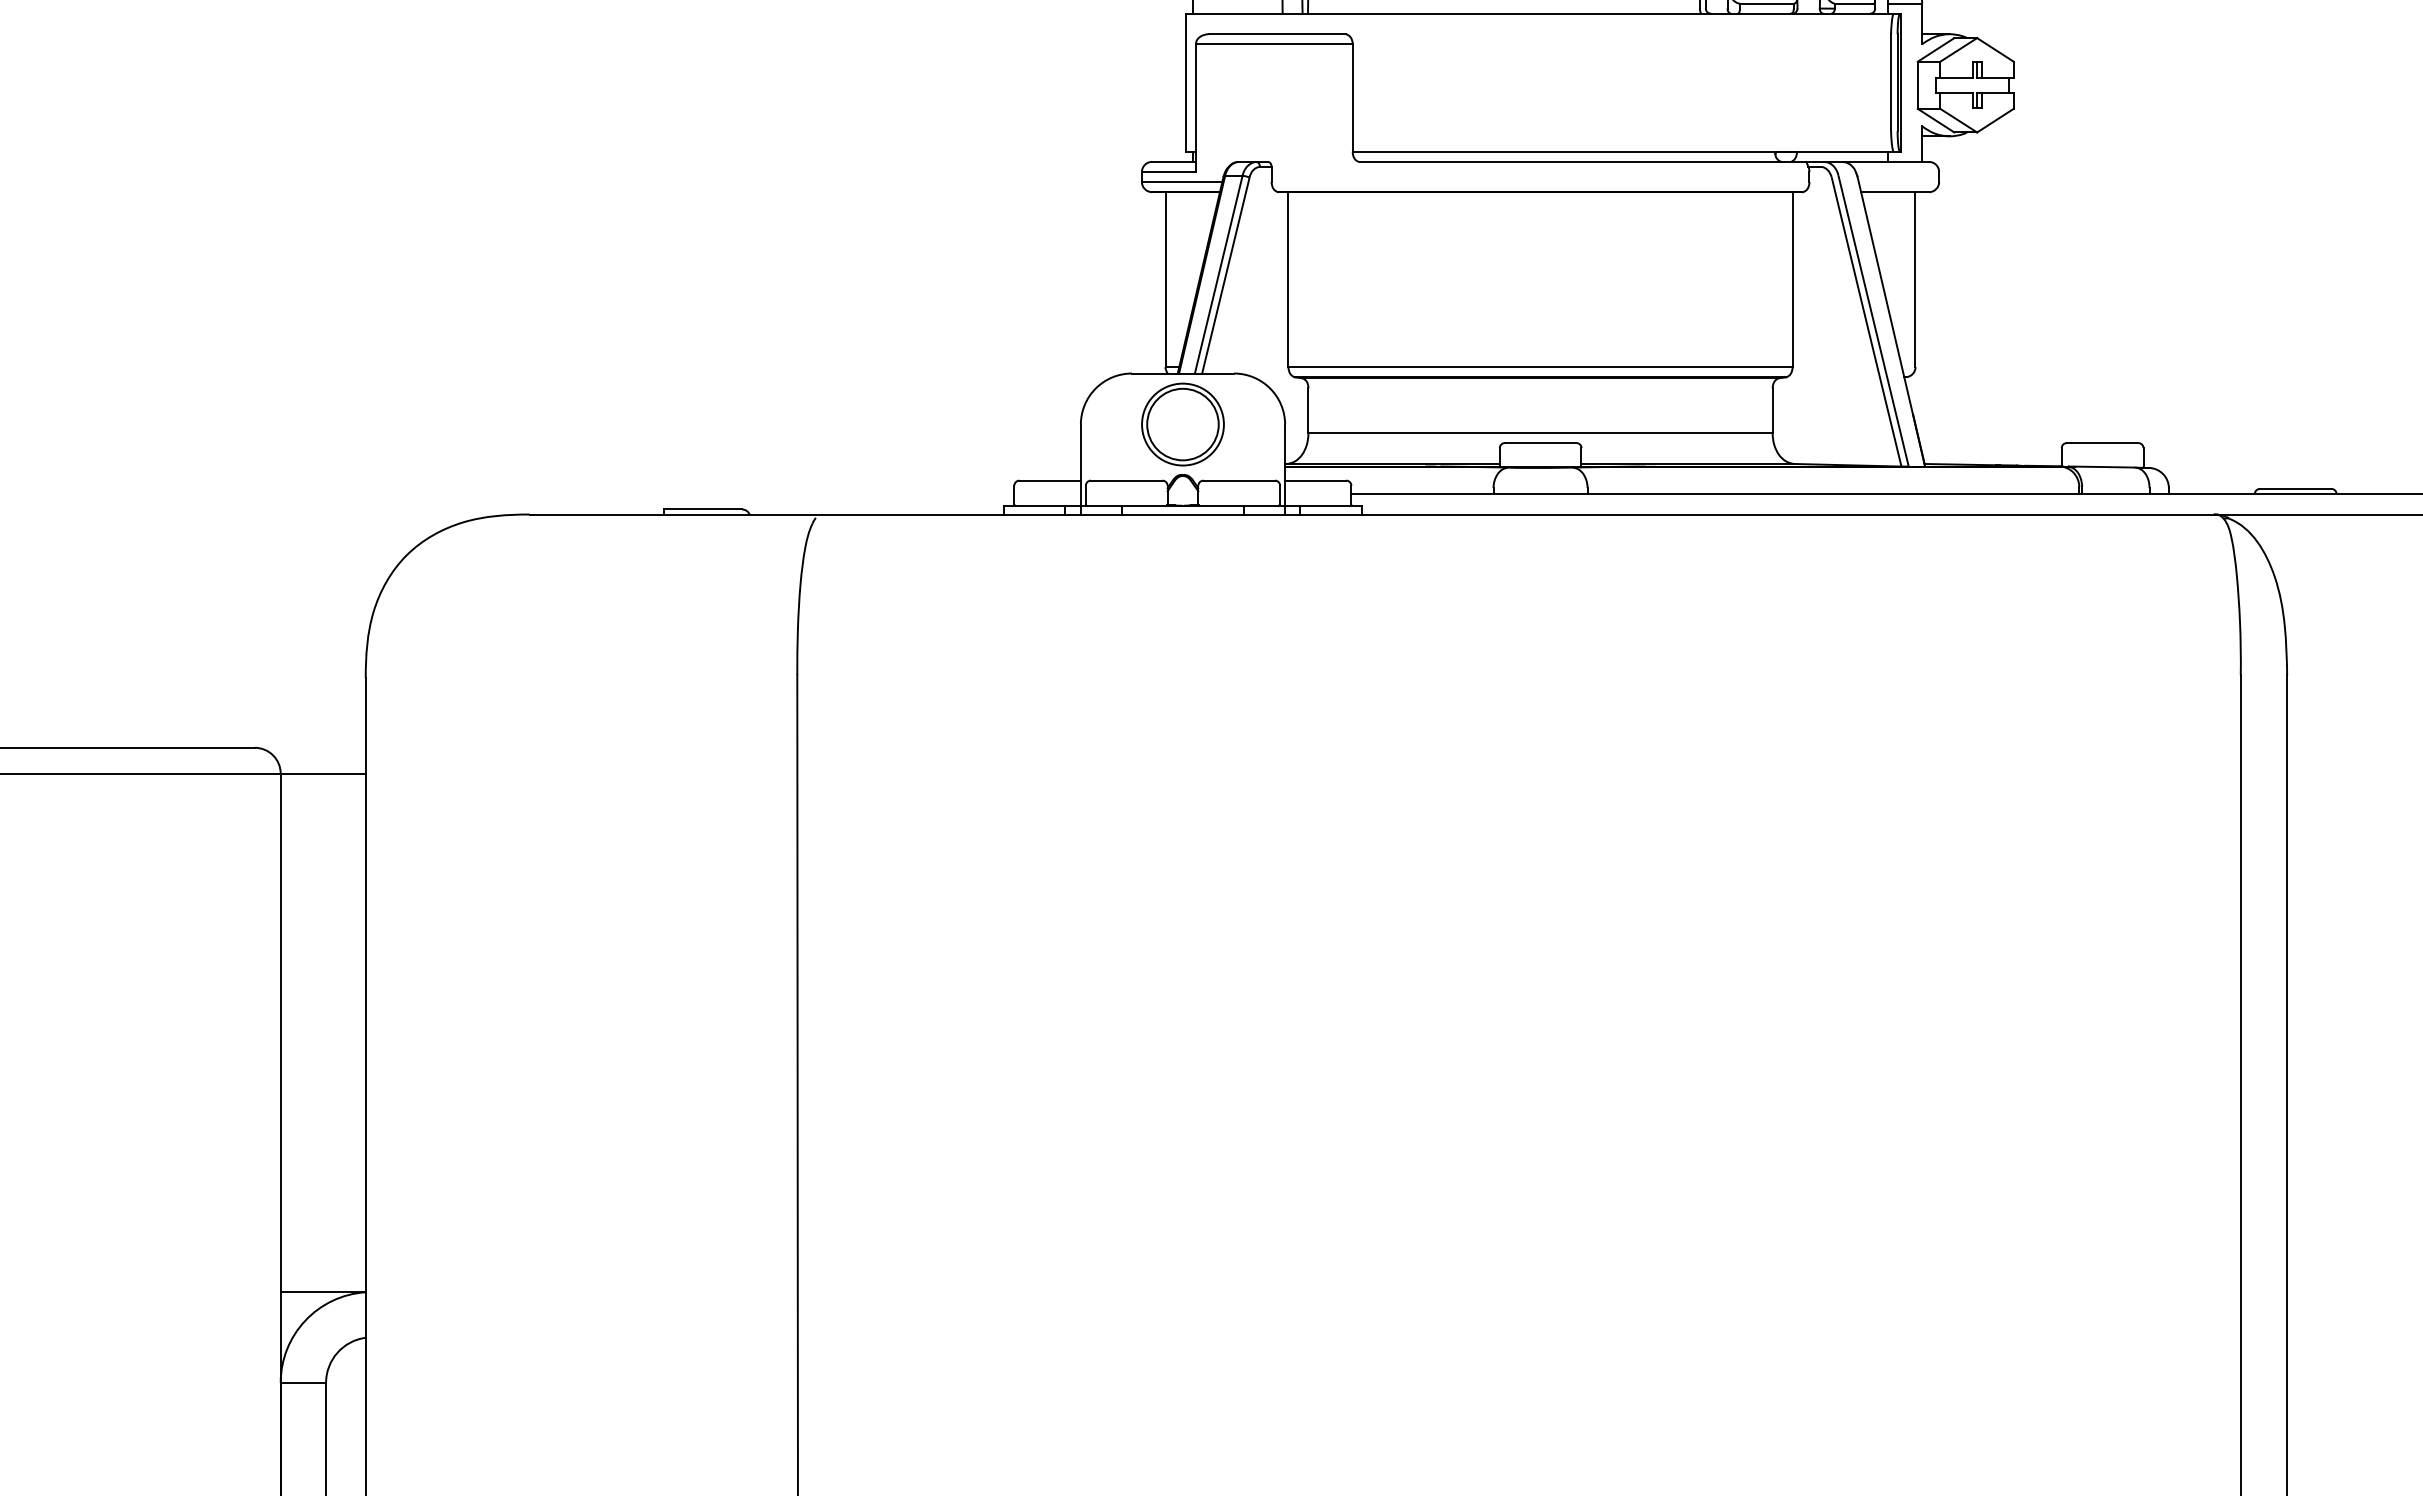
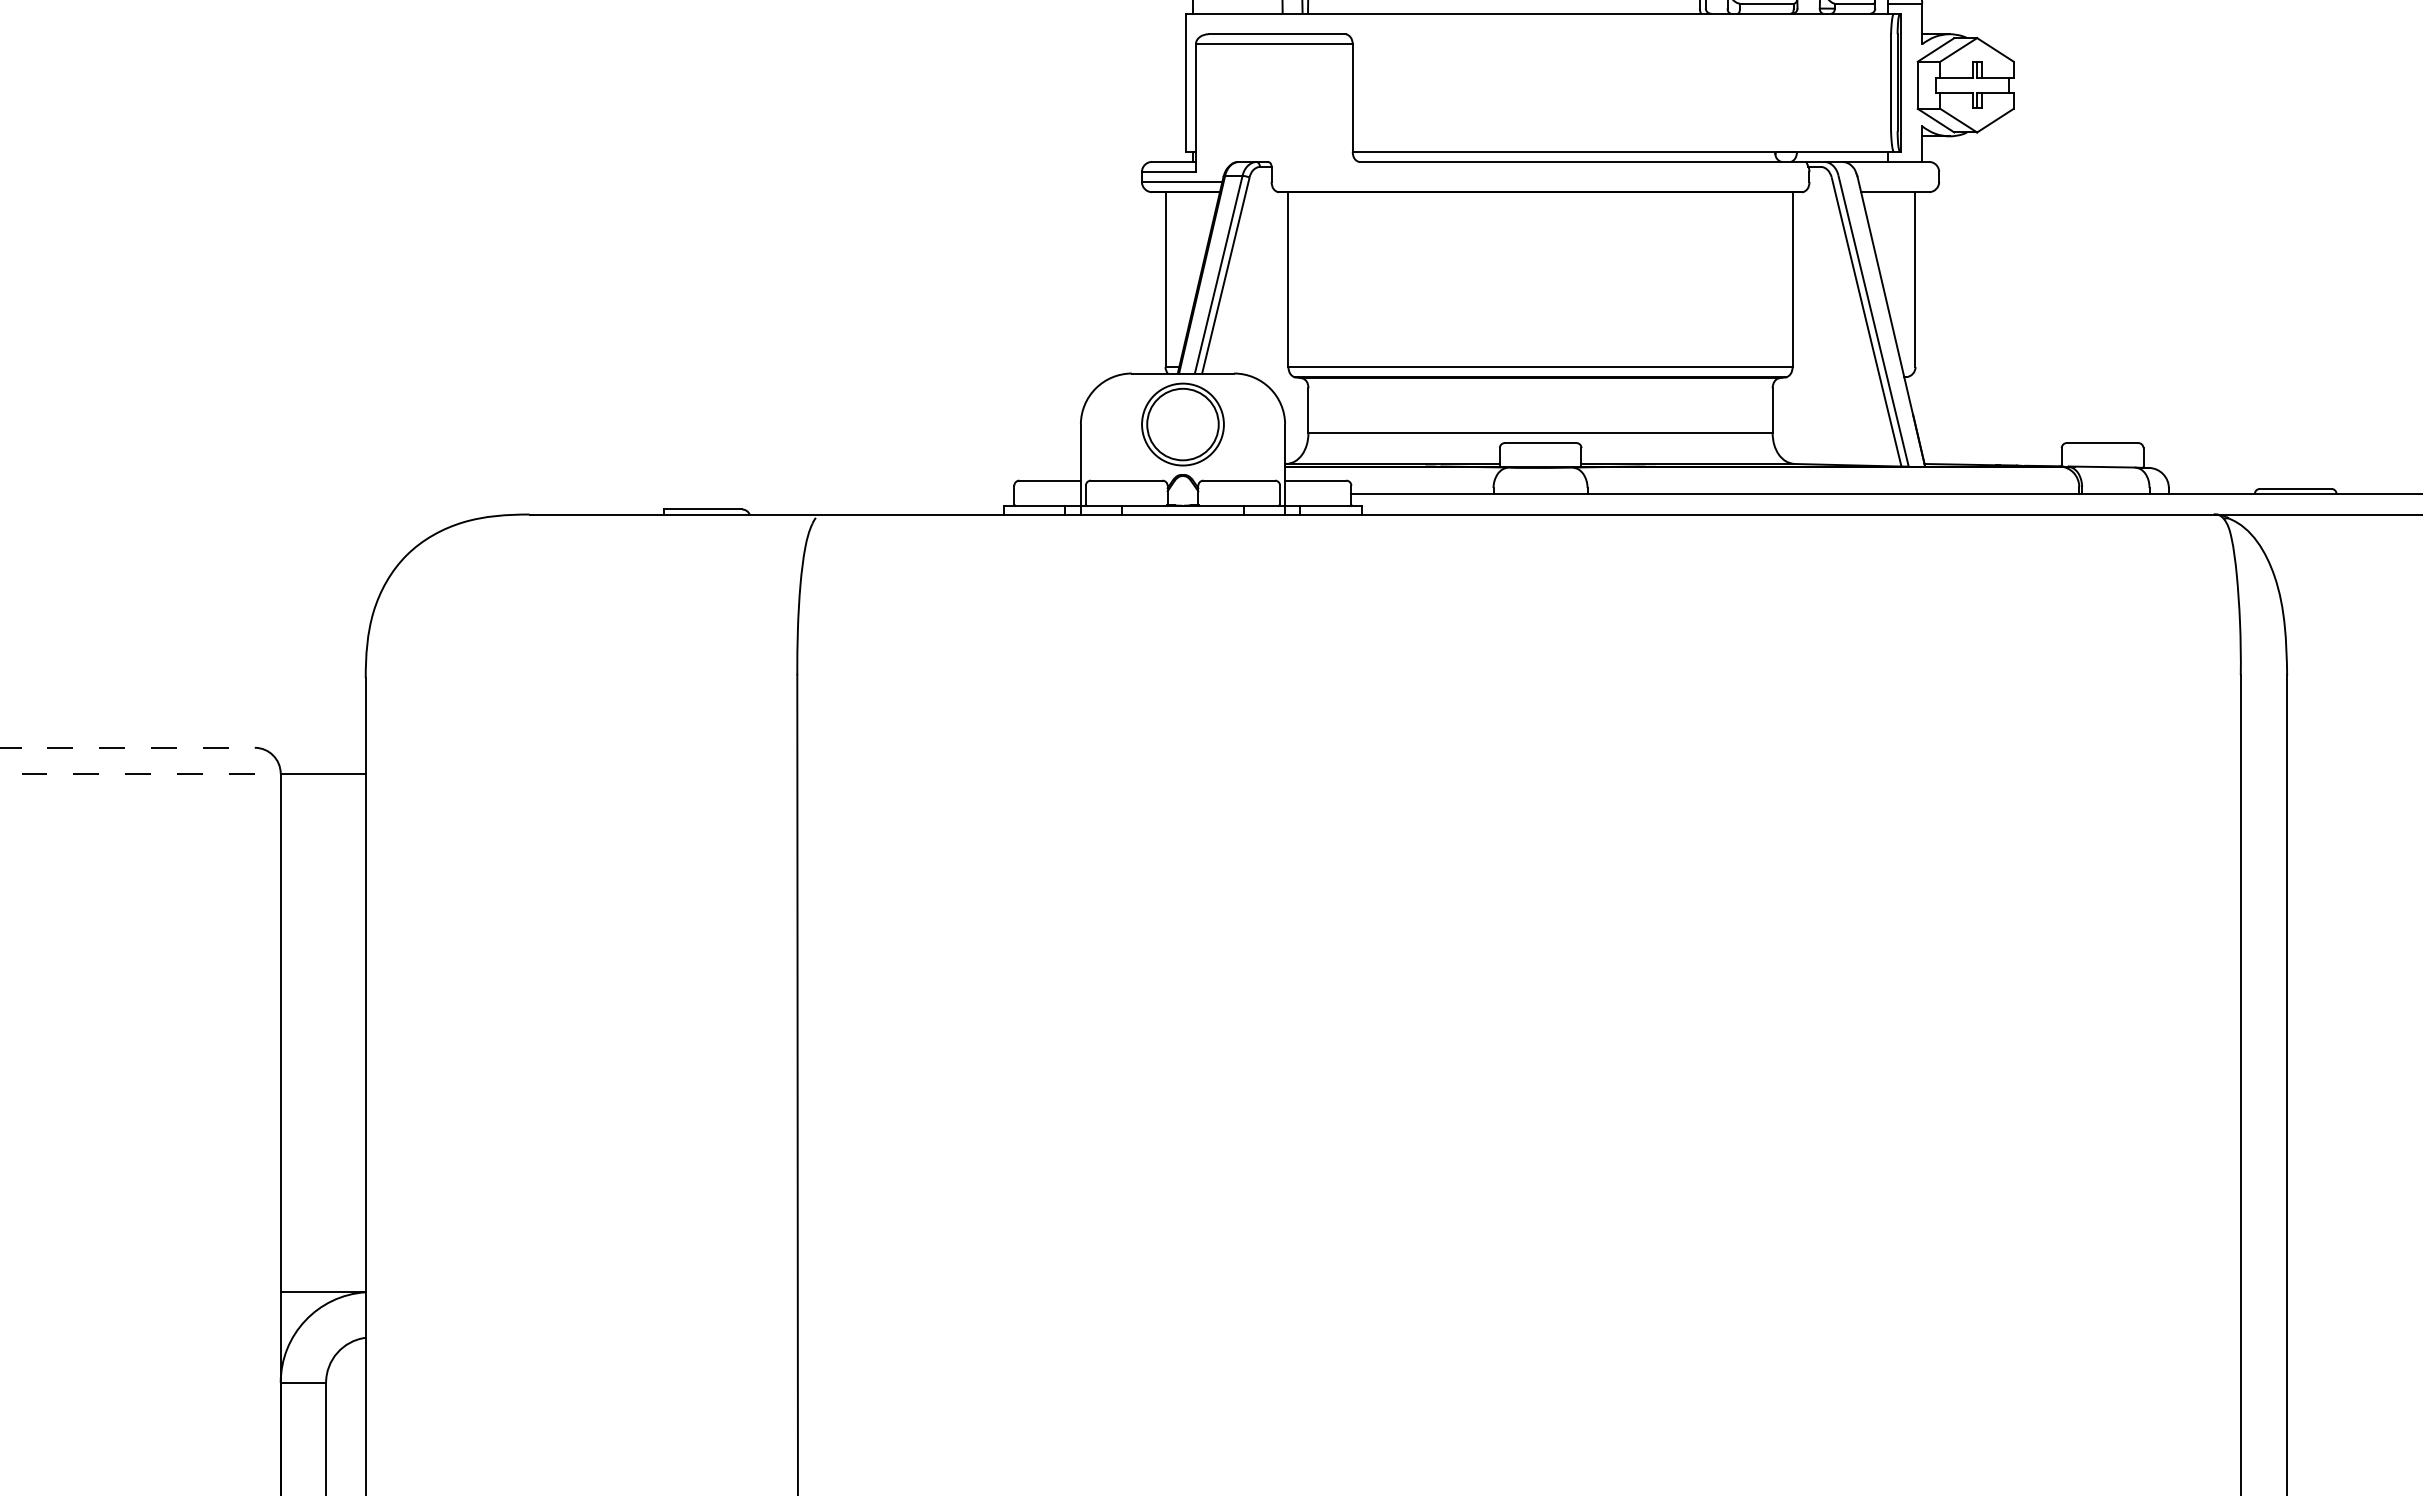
line at (127, 747): solid -> dashed
line at (140, 773): solid -> dashed
